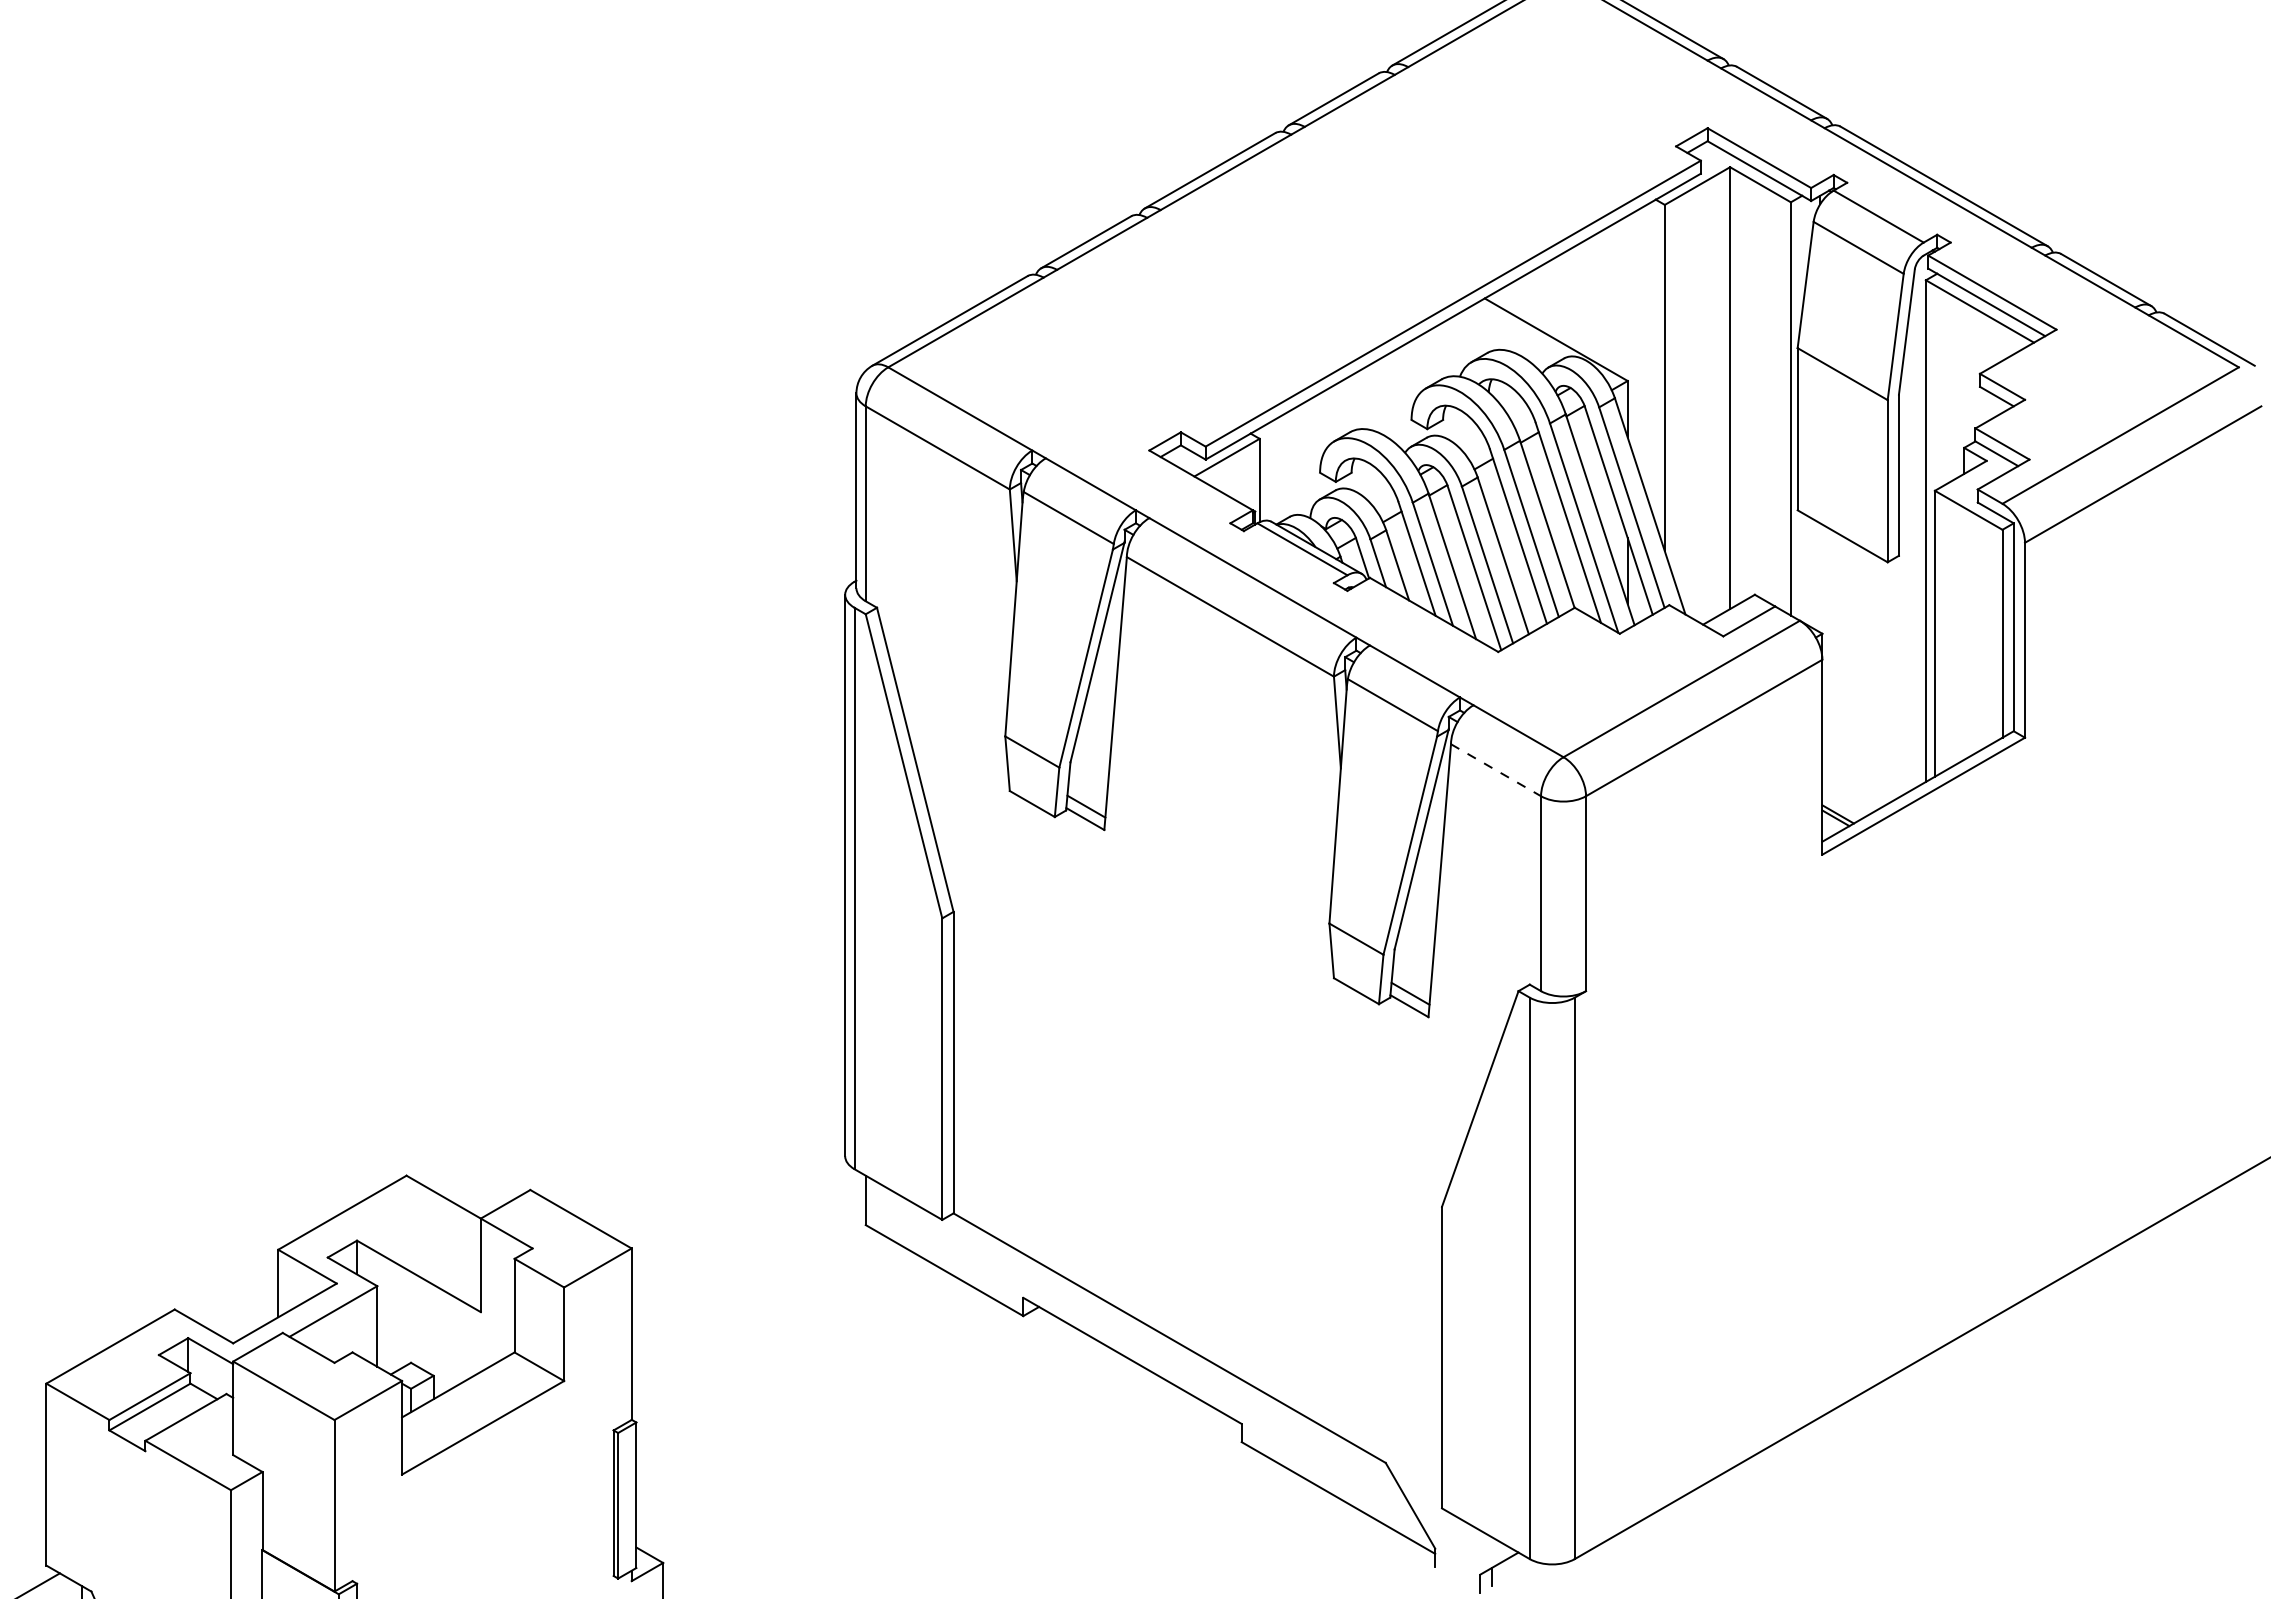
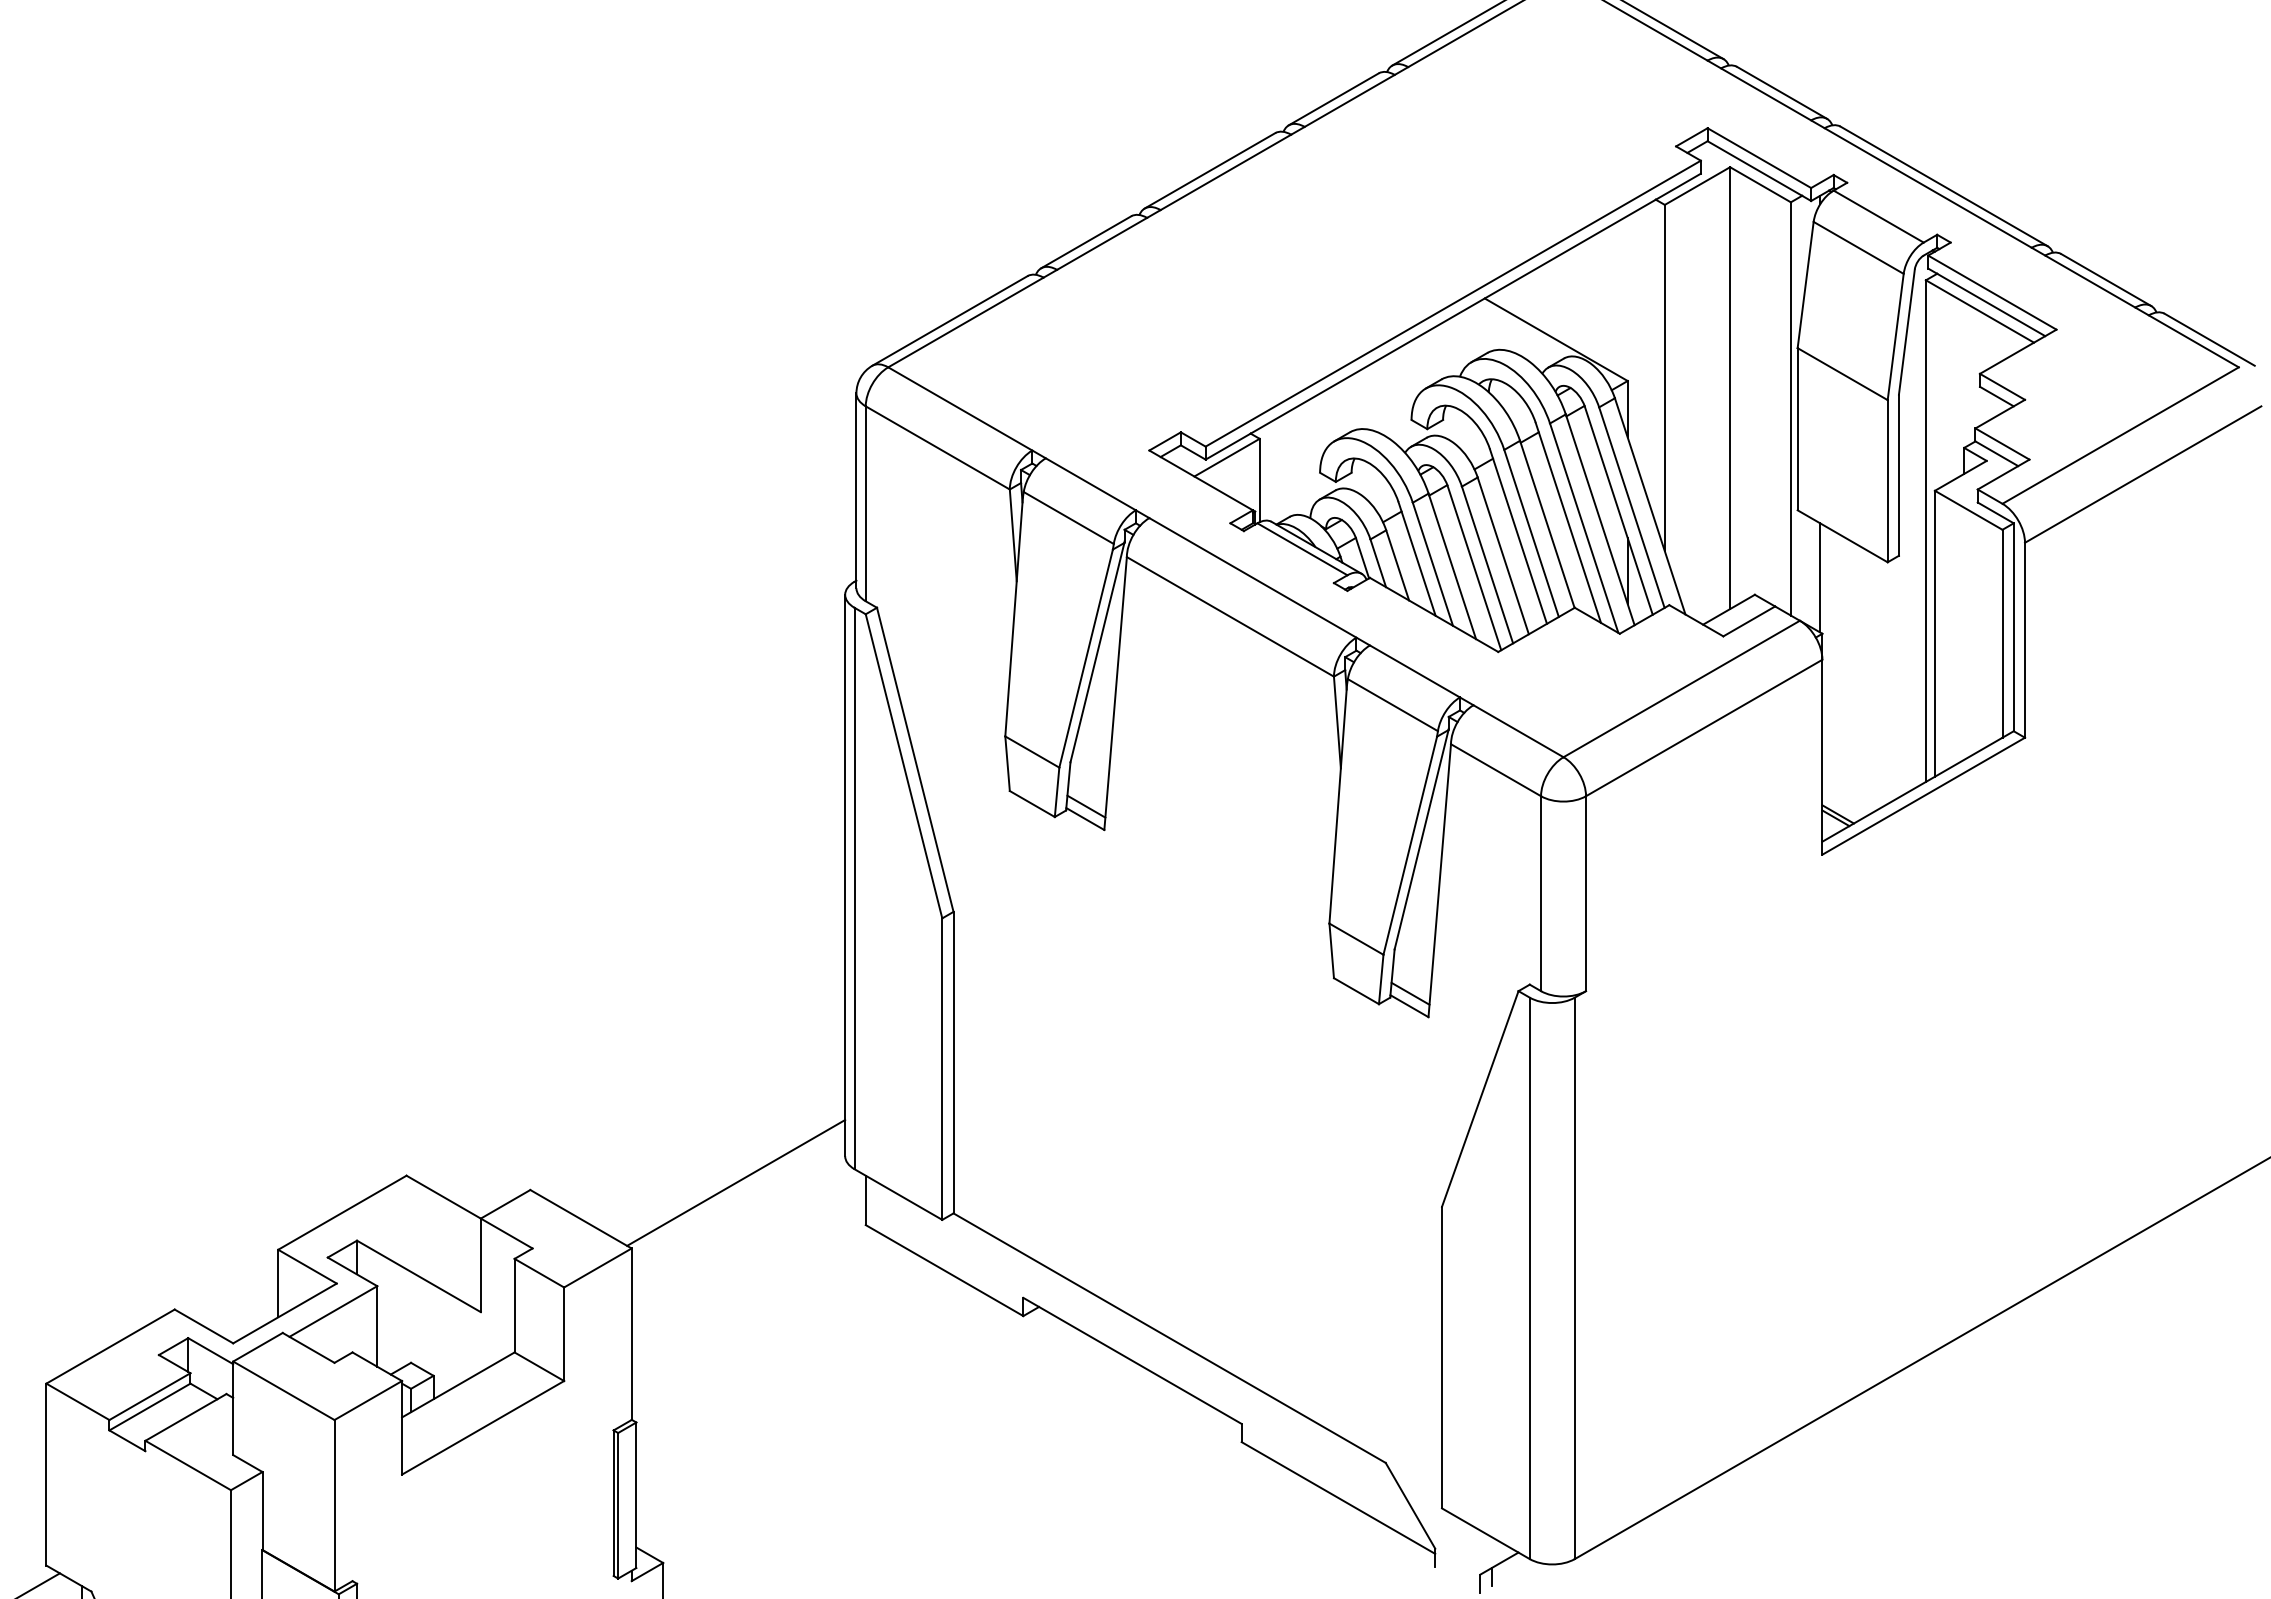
line at (1820, 577): none -> present
line at (1496, 770): dashed -> solid
line at (736, 1182): none -> present
